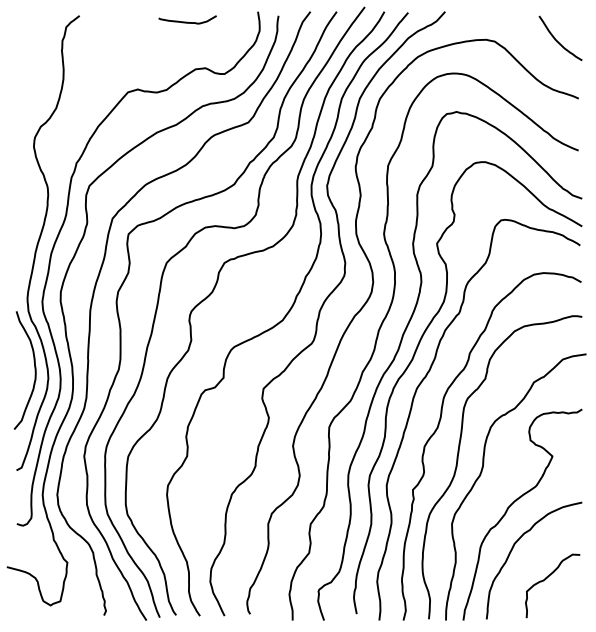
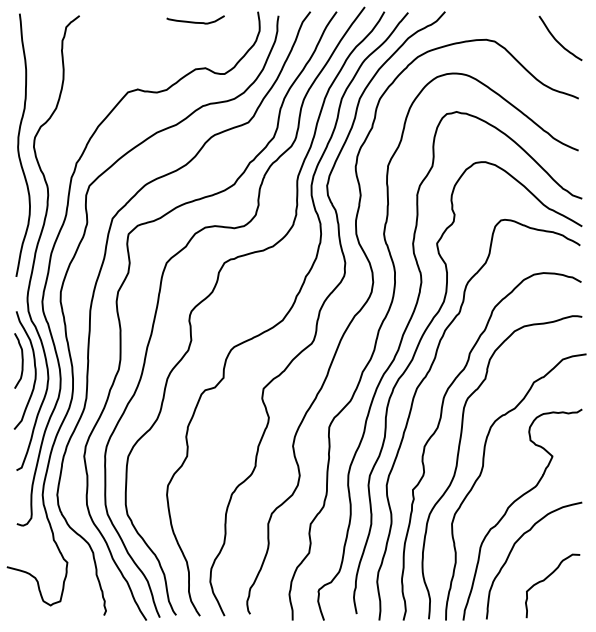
curve at (187, 21) position: (187, 21) -> (195, 21)
curve at (19, 144): none -> present
curve at (21, 360): none -> present
